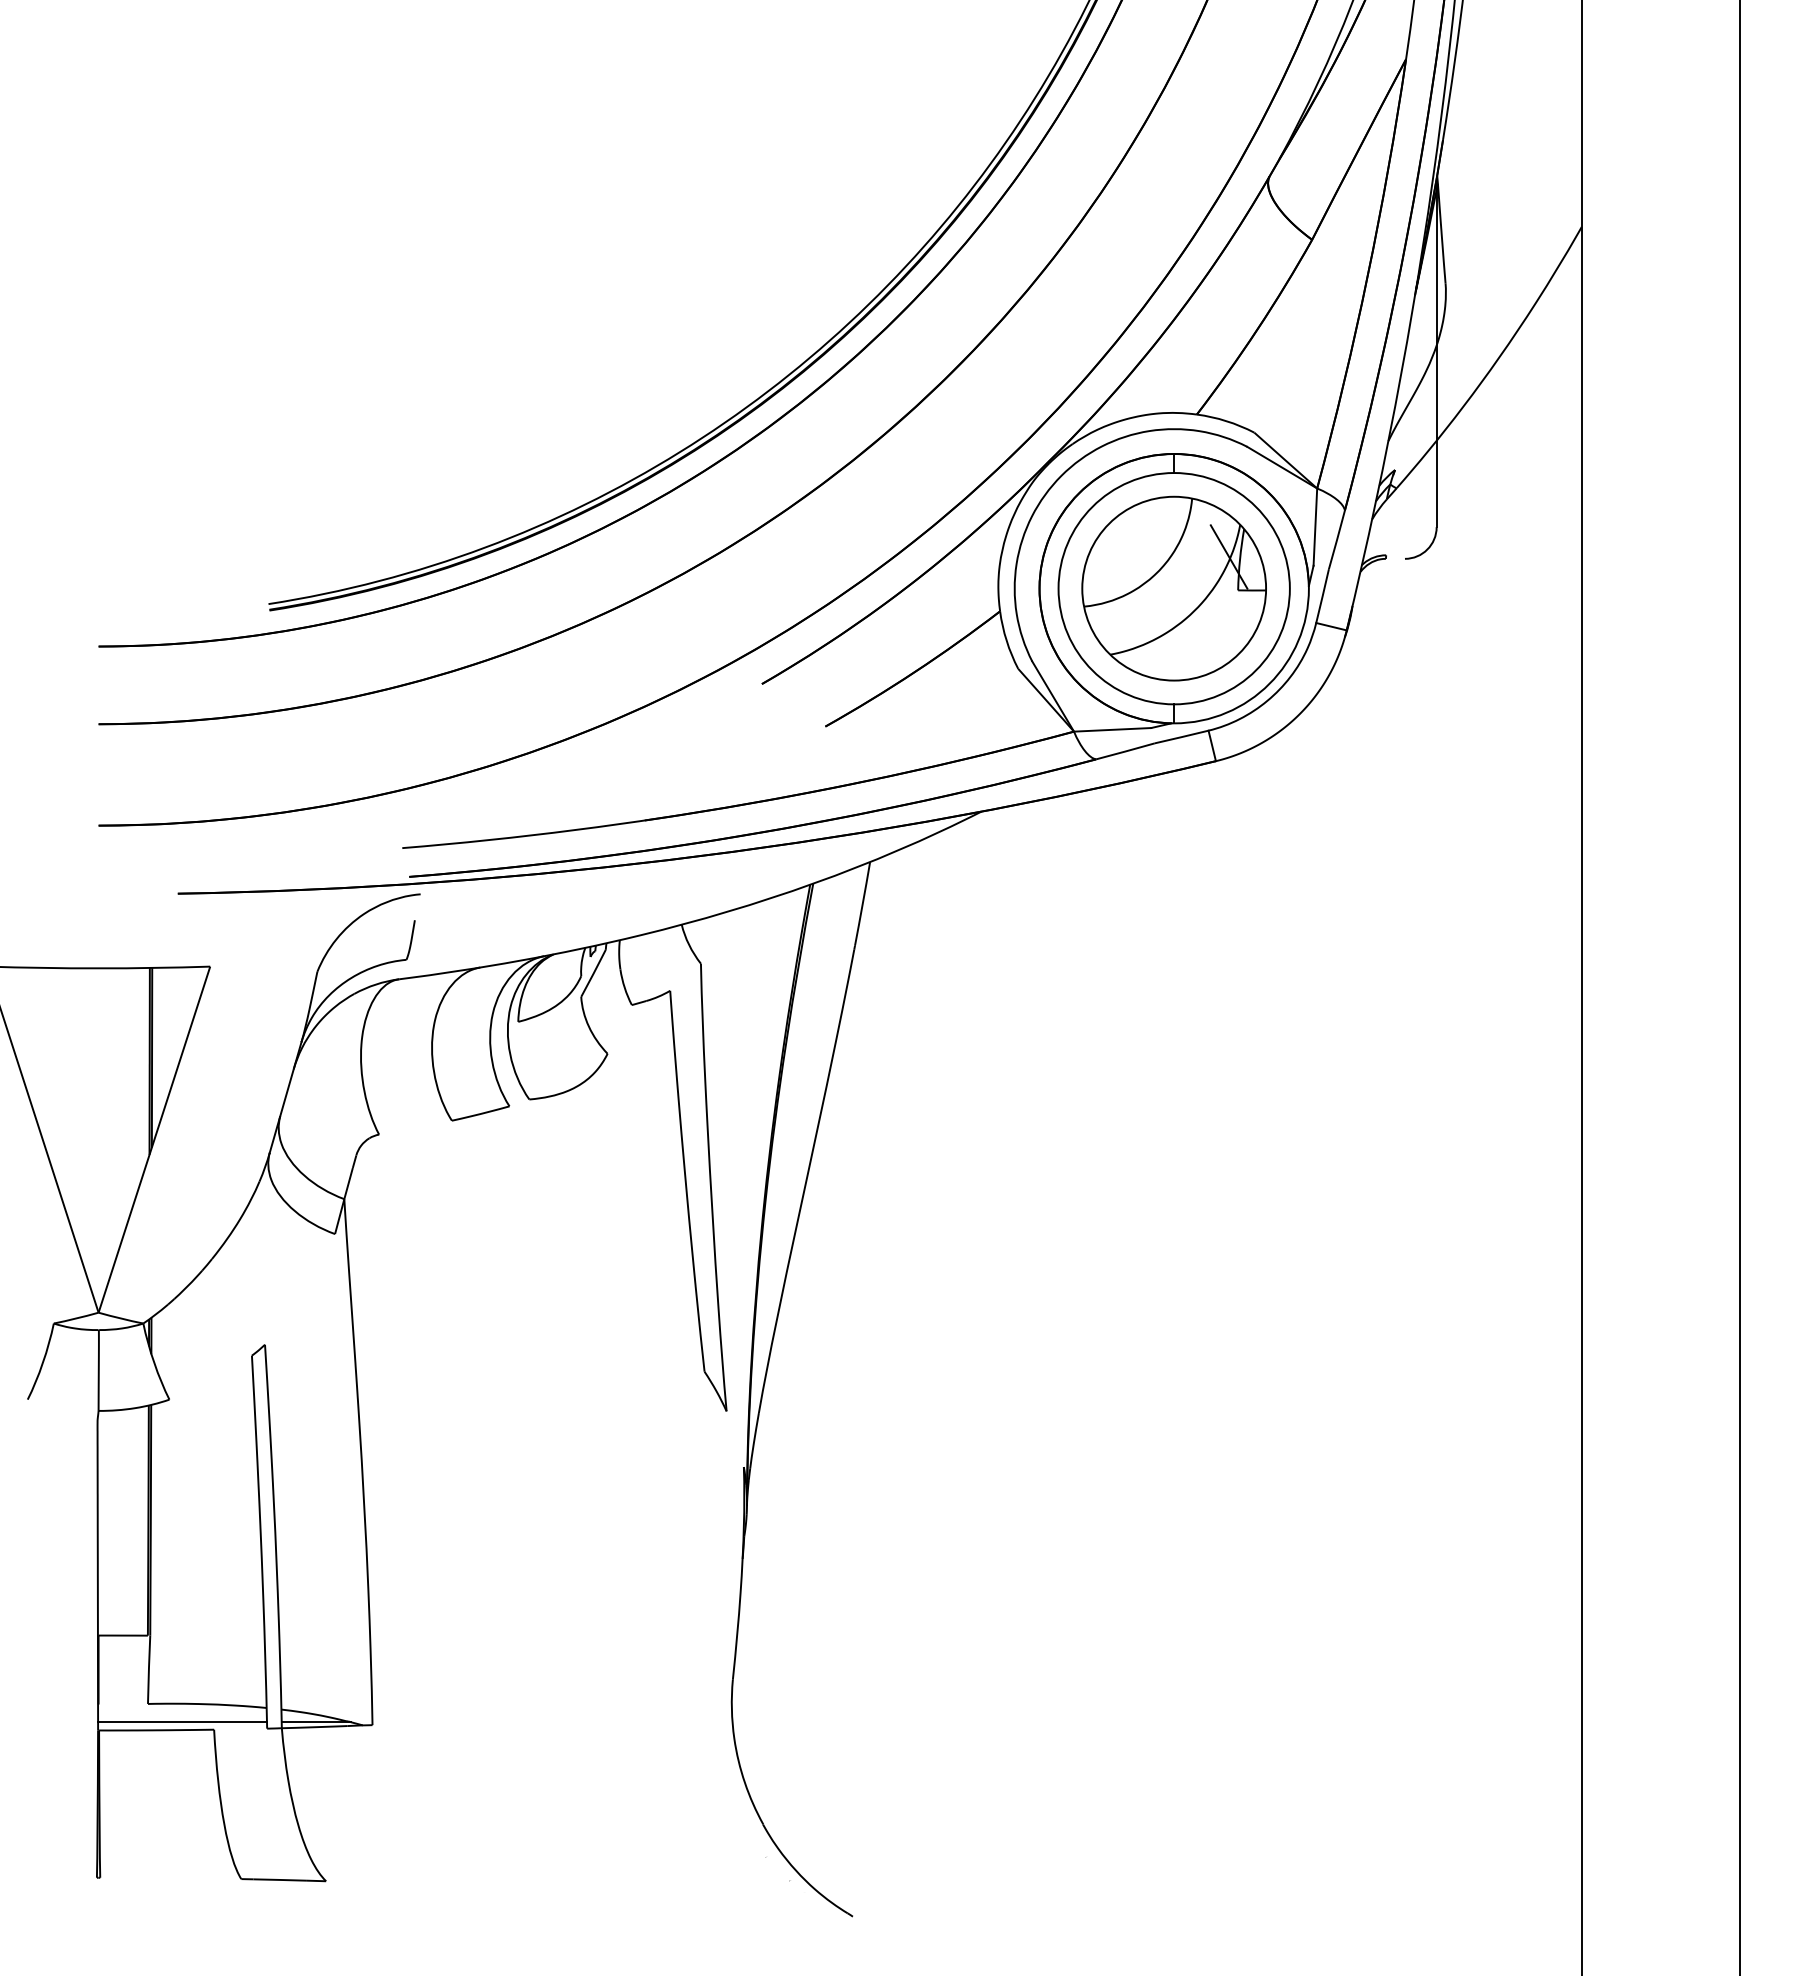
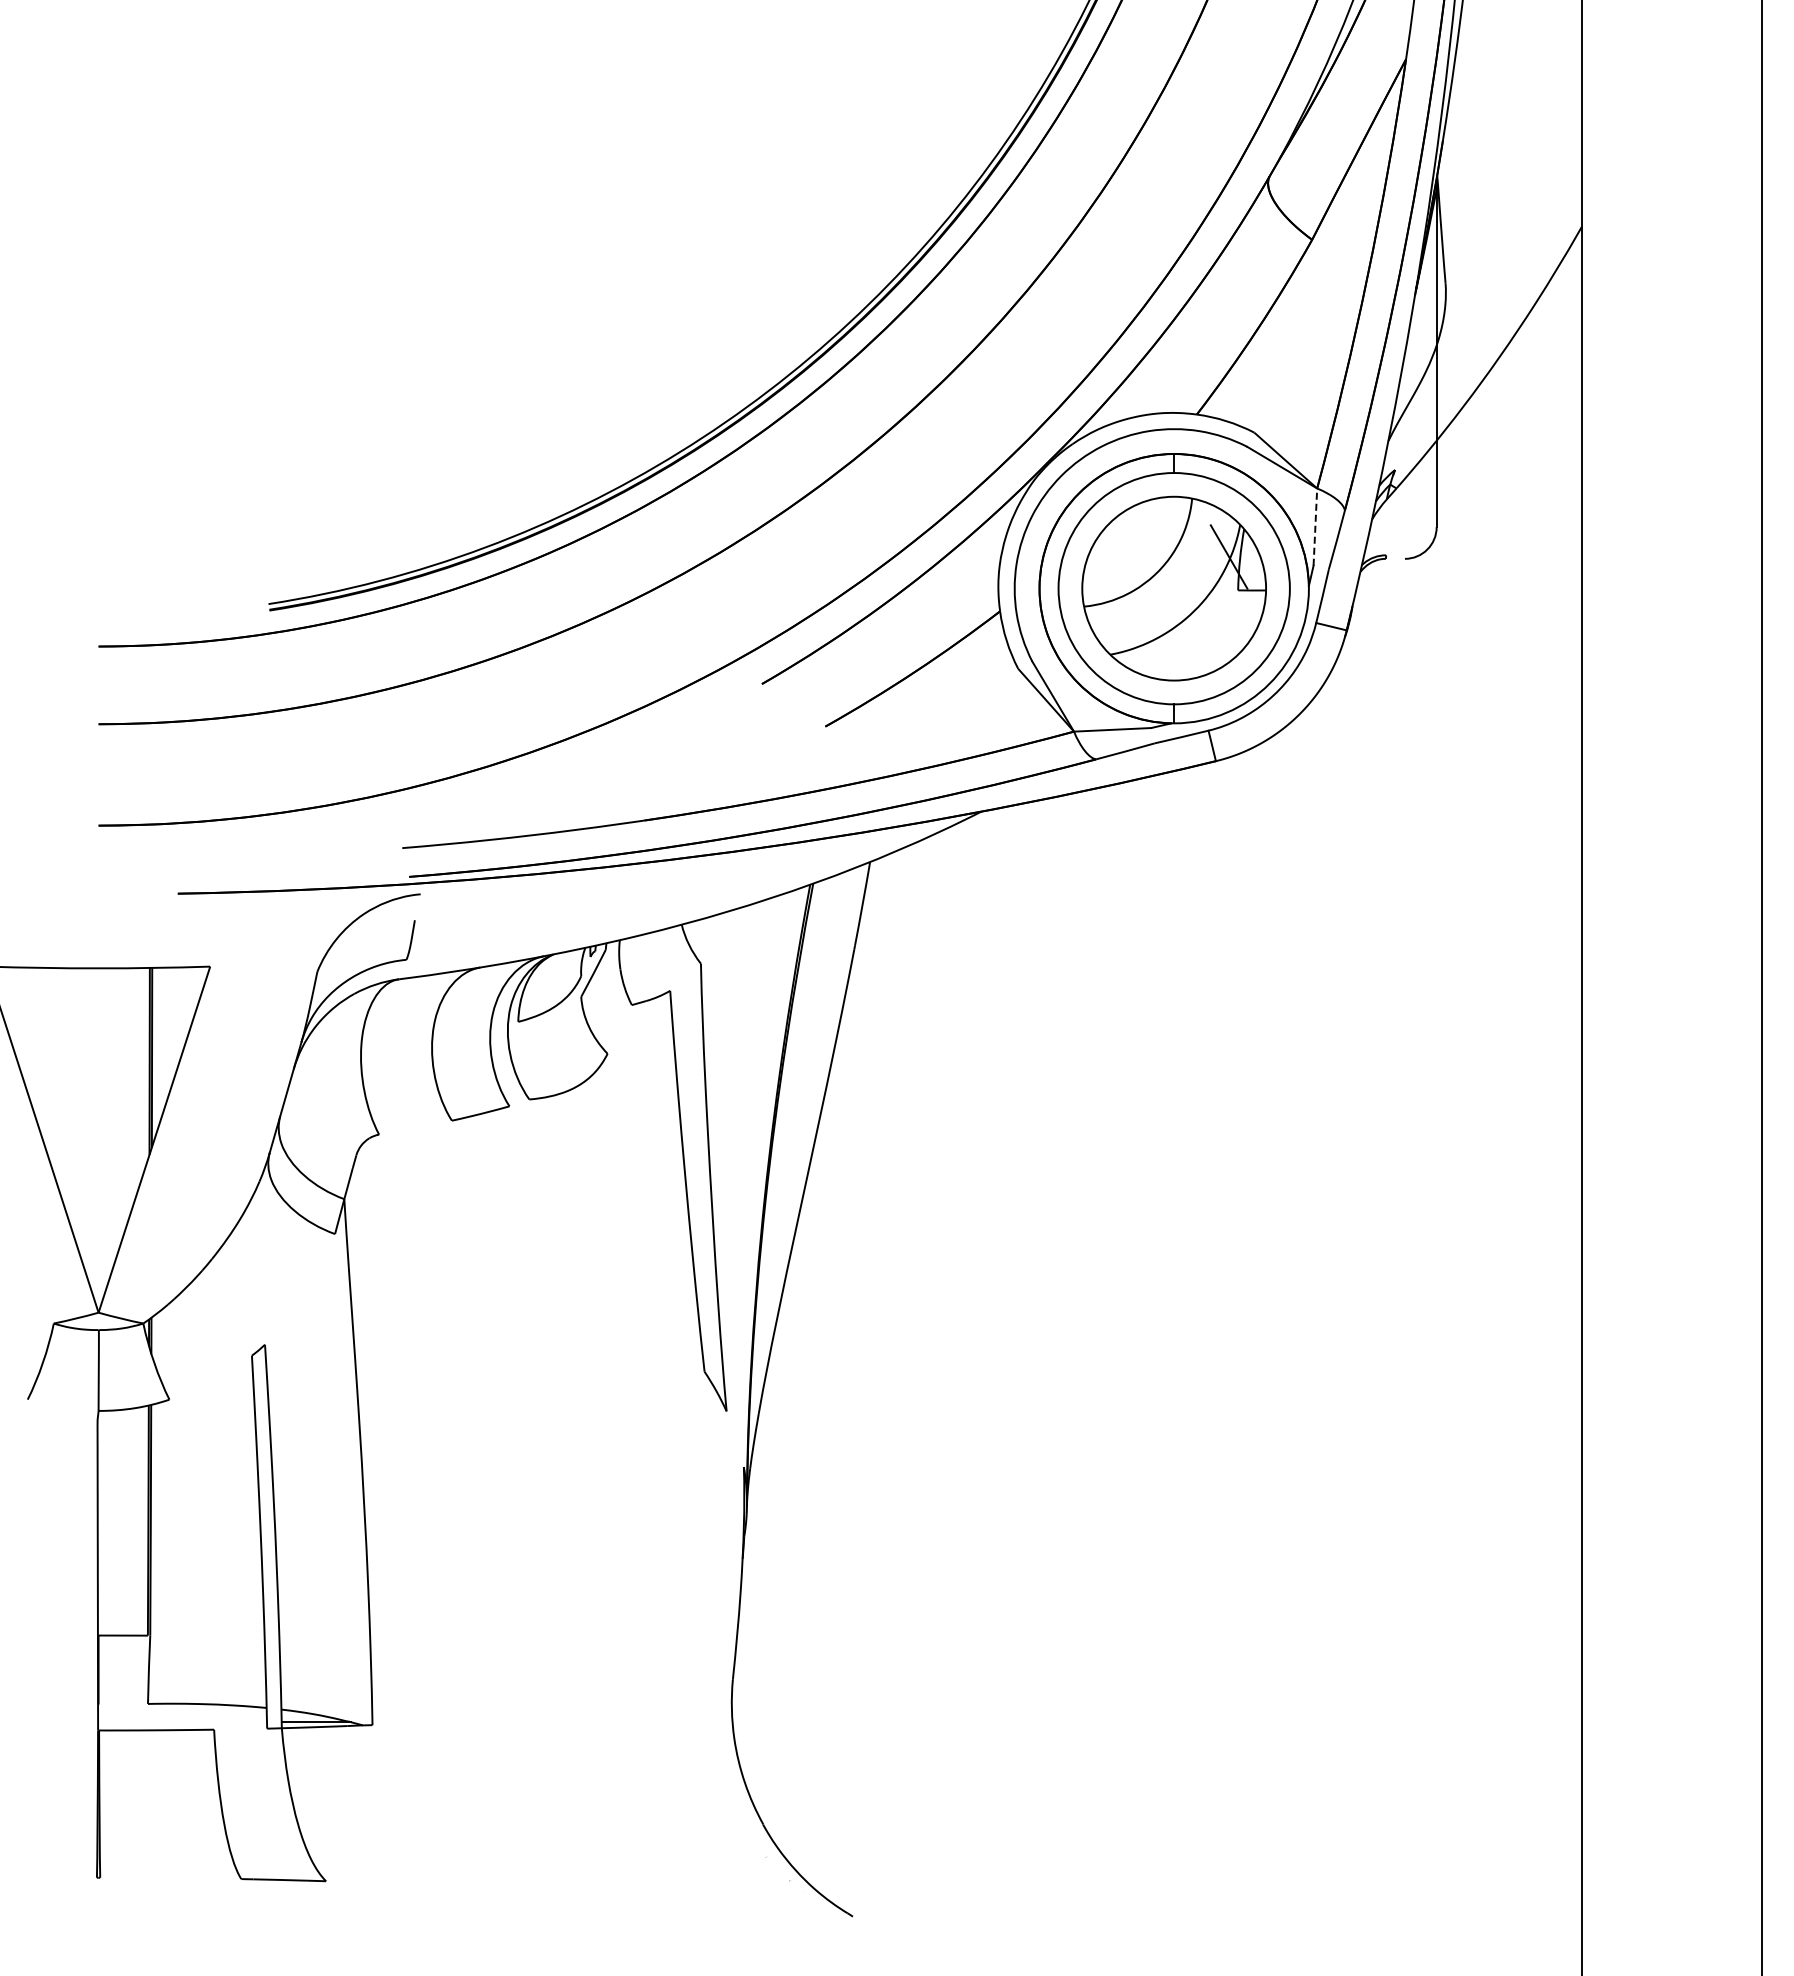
line at (1315, 527): solid -> dashed
line at (1740, 987) position: (1740, 987) -> (1762, 987)
line at (182, 1722): present -> none
